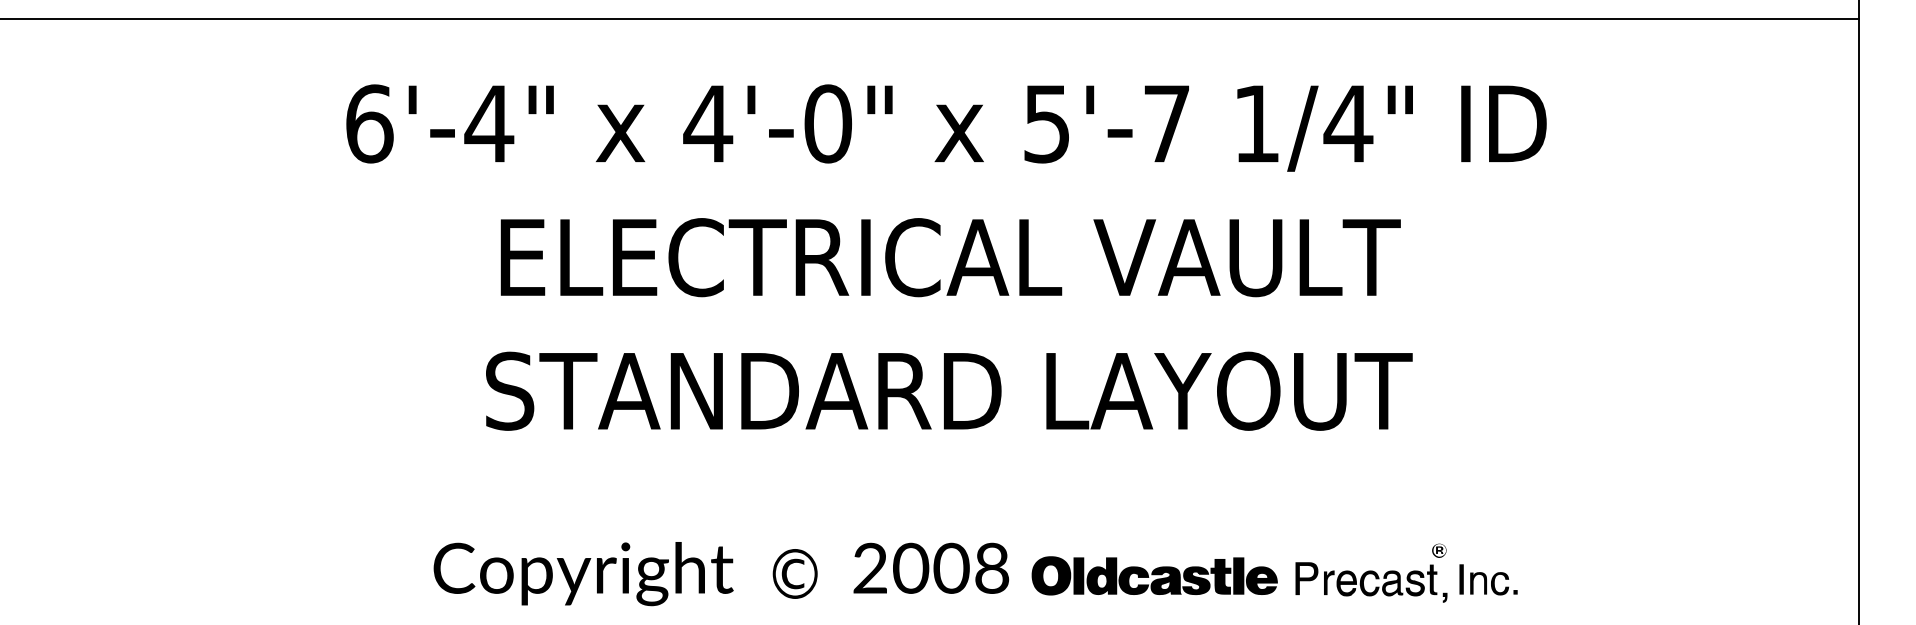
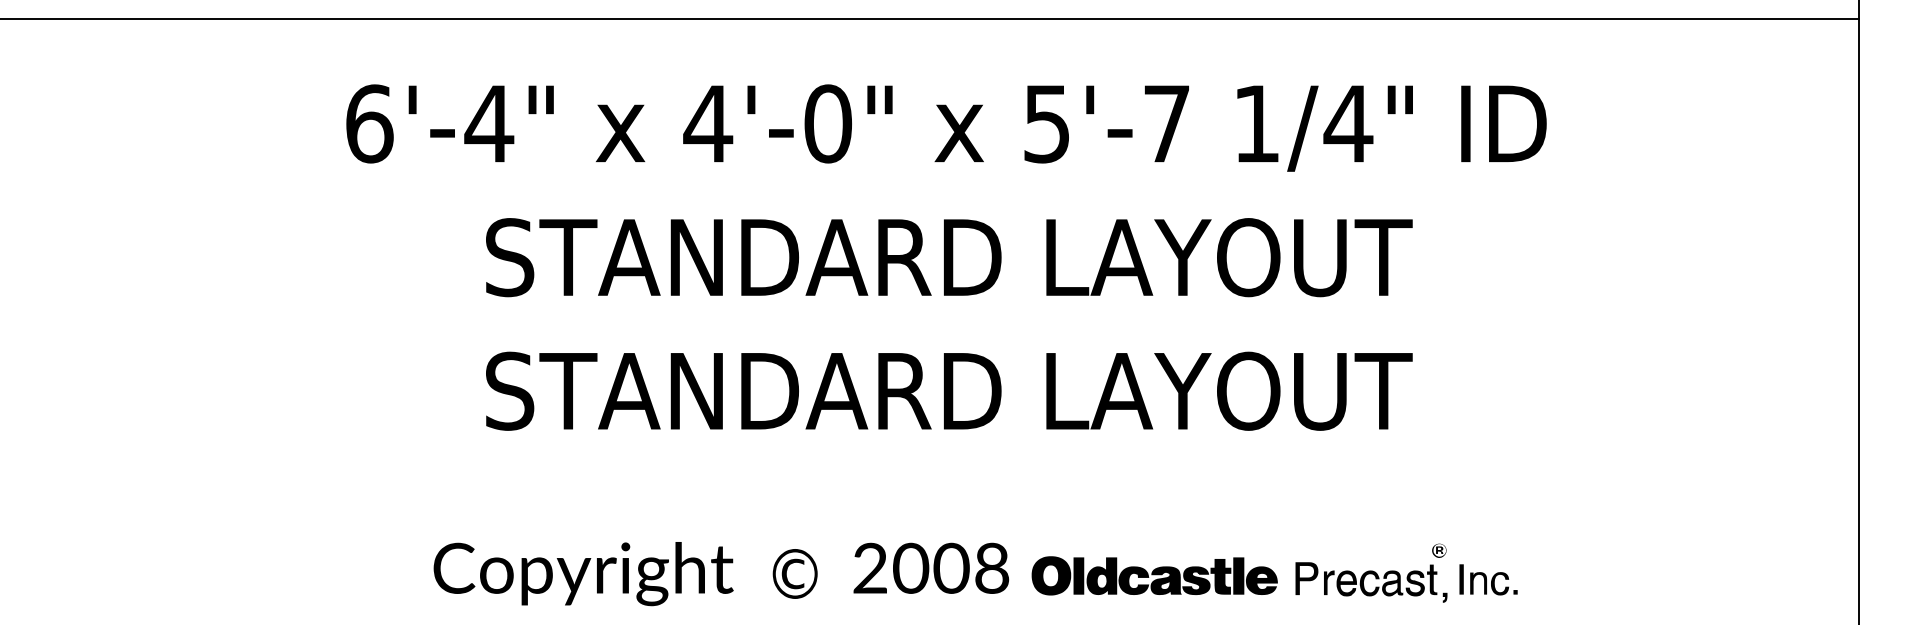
text at (949, 257): ELECTRICAL VAULT -> STANDARD LAYOUT
